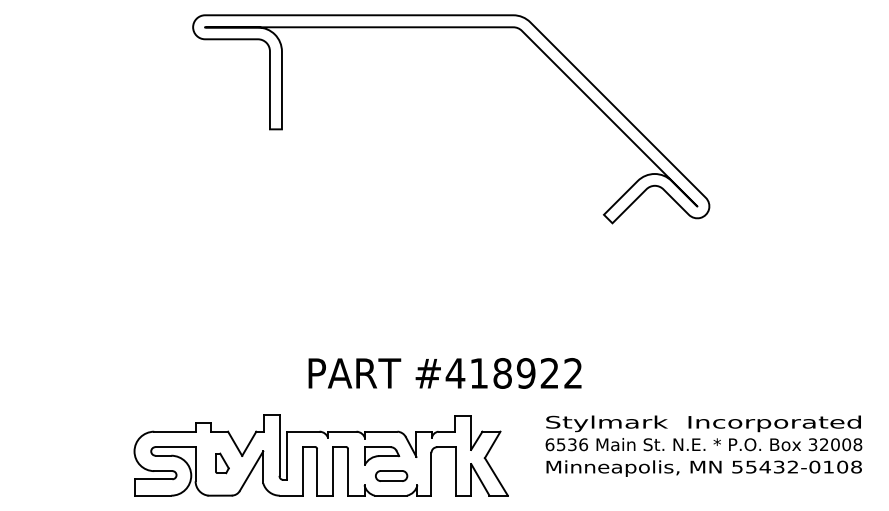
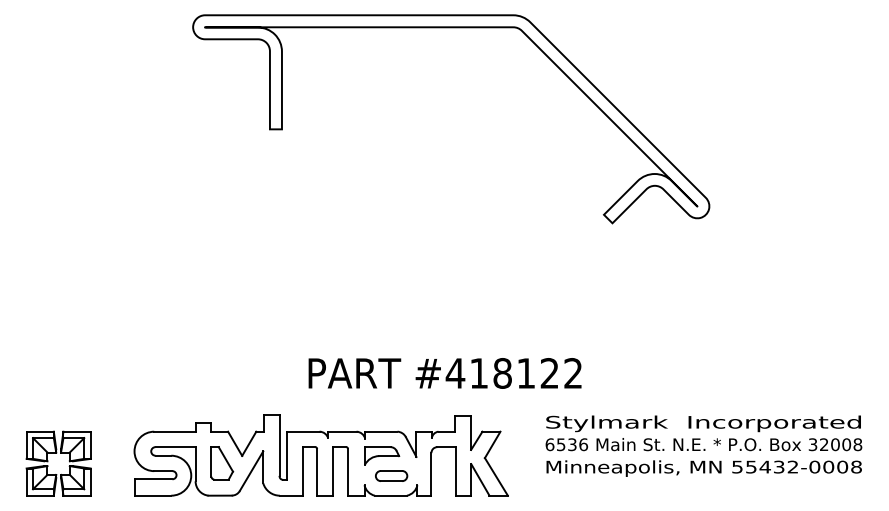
text at (526, 373): #418922 -> #418122
part at (56, 453): none -> present
part at (222, 463) size: 15x23 px -> 25x35 px
text at (828, 466): 55432-0108 -> 55432-0008
